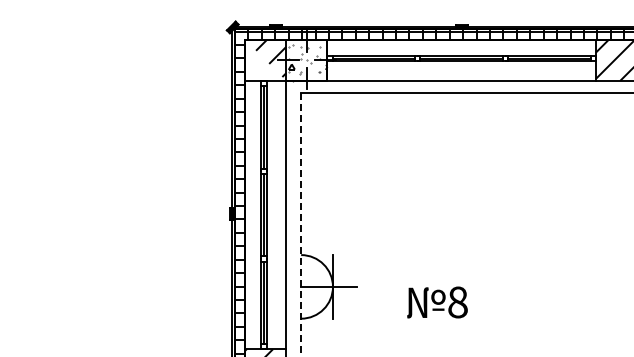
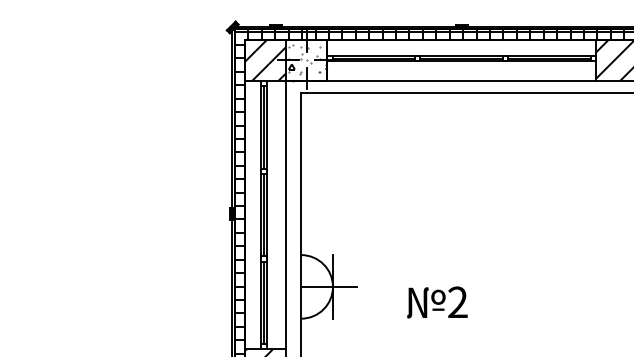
hatch at (263, 65): none -> present
line at (301, 224): dashed -> solid
text at (457, 302): 8 -> 2
